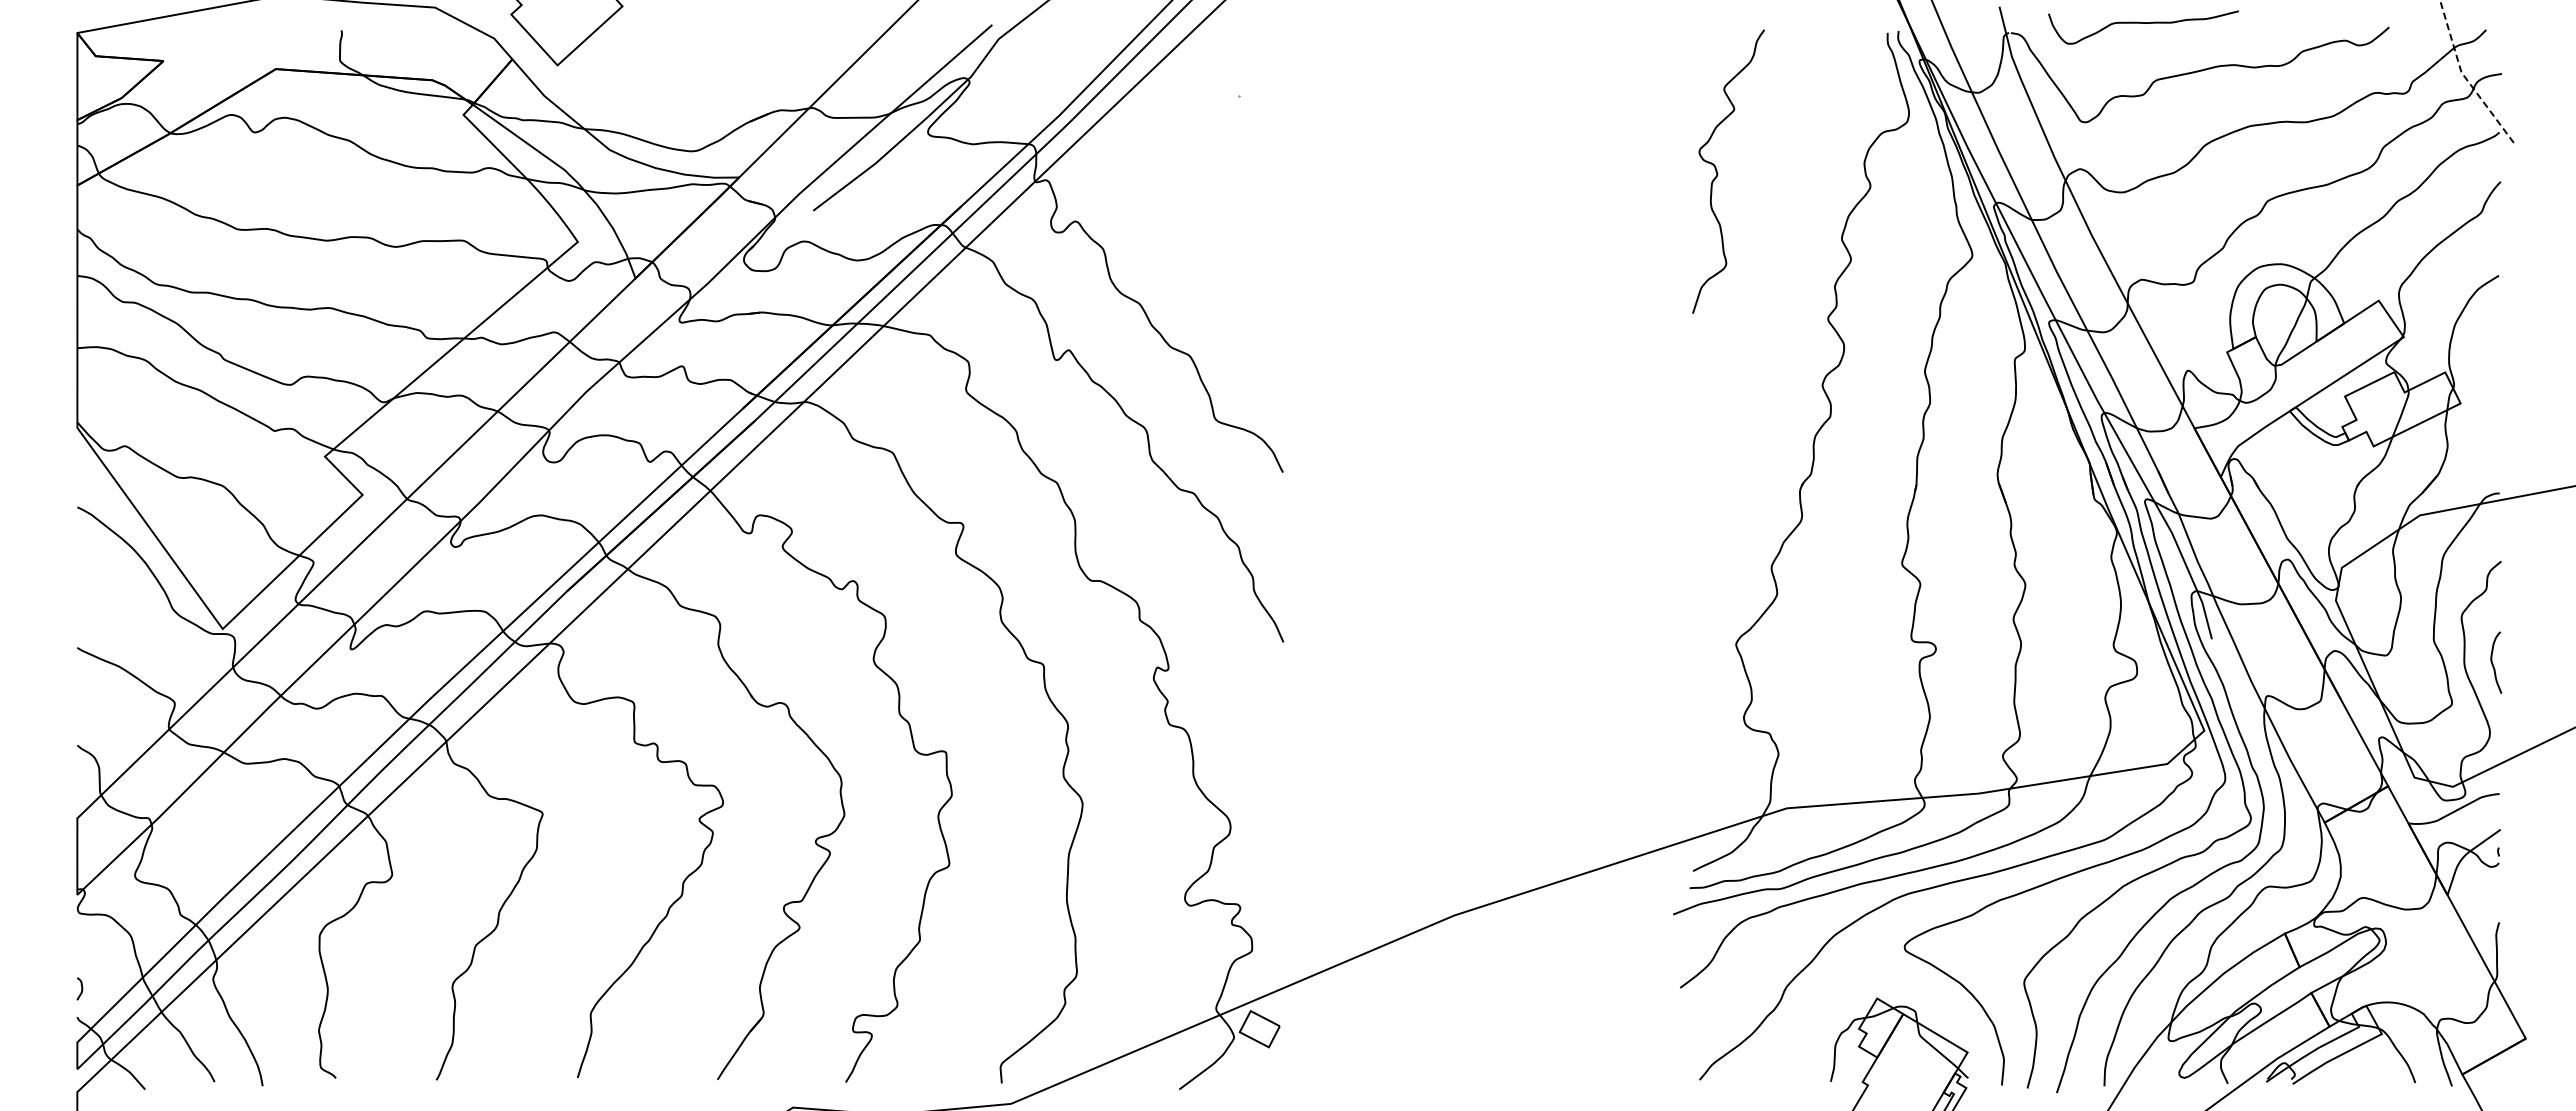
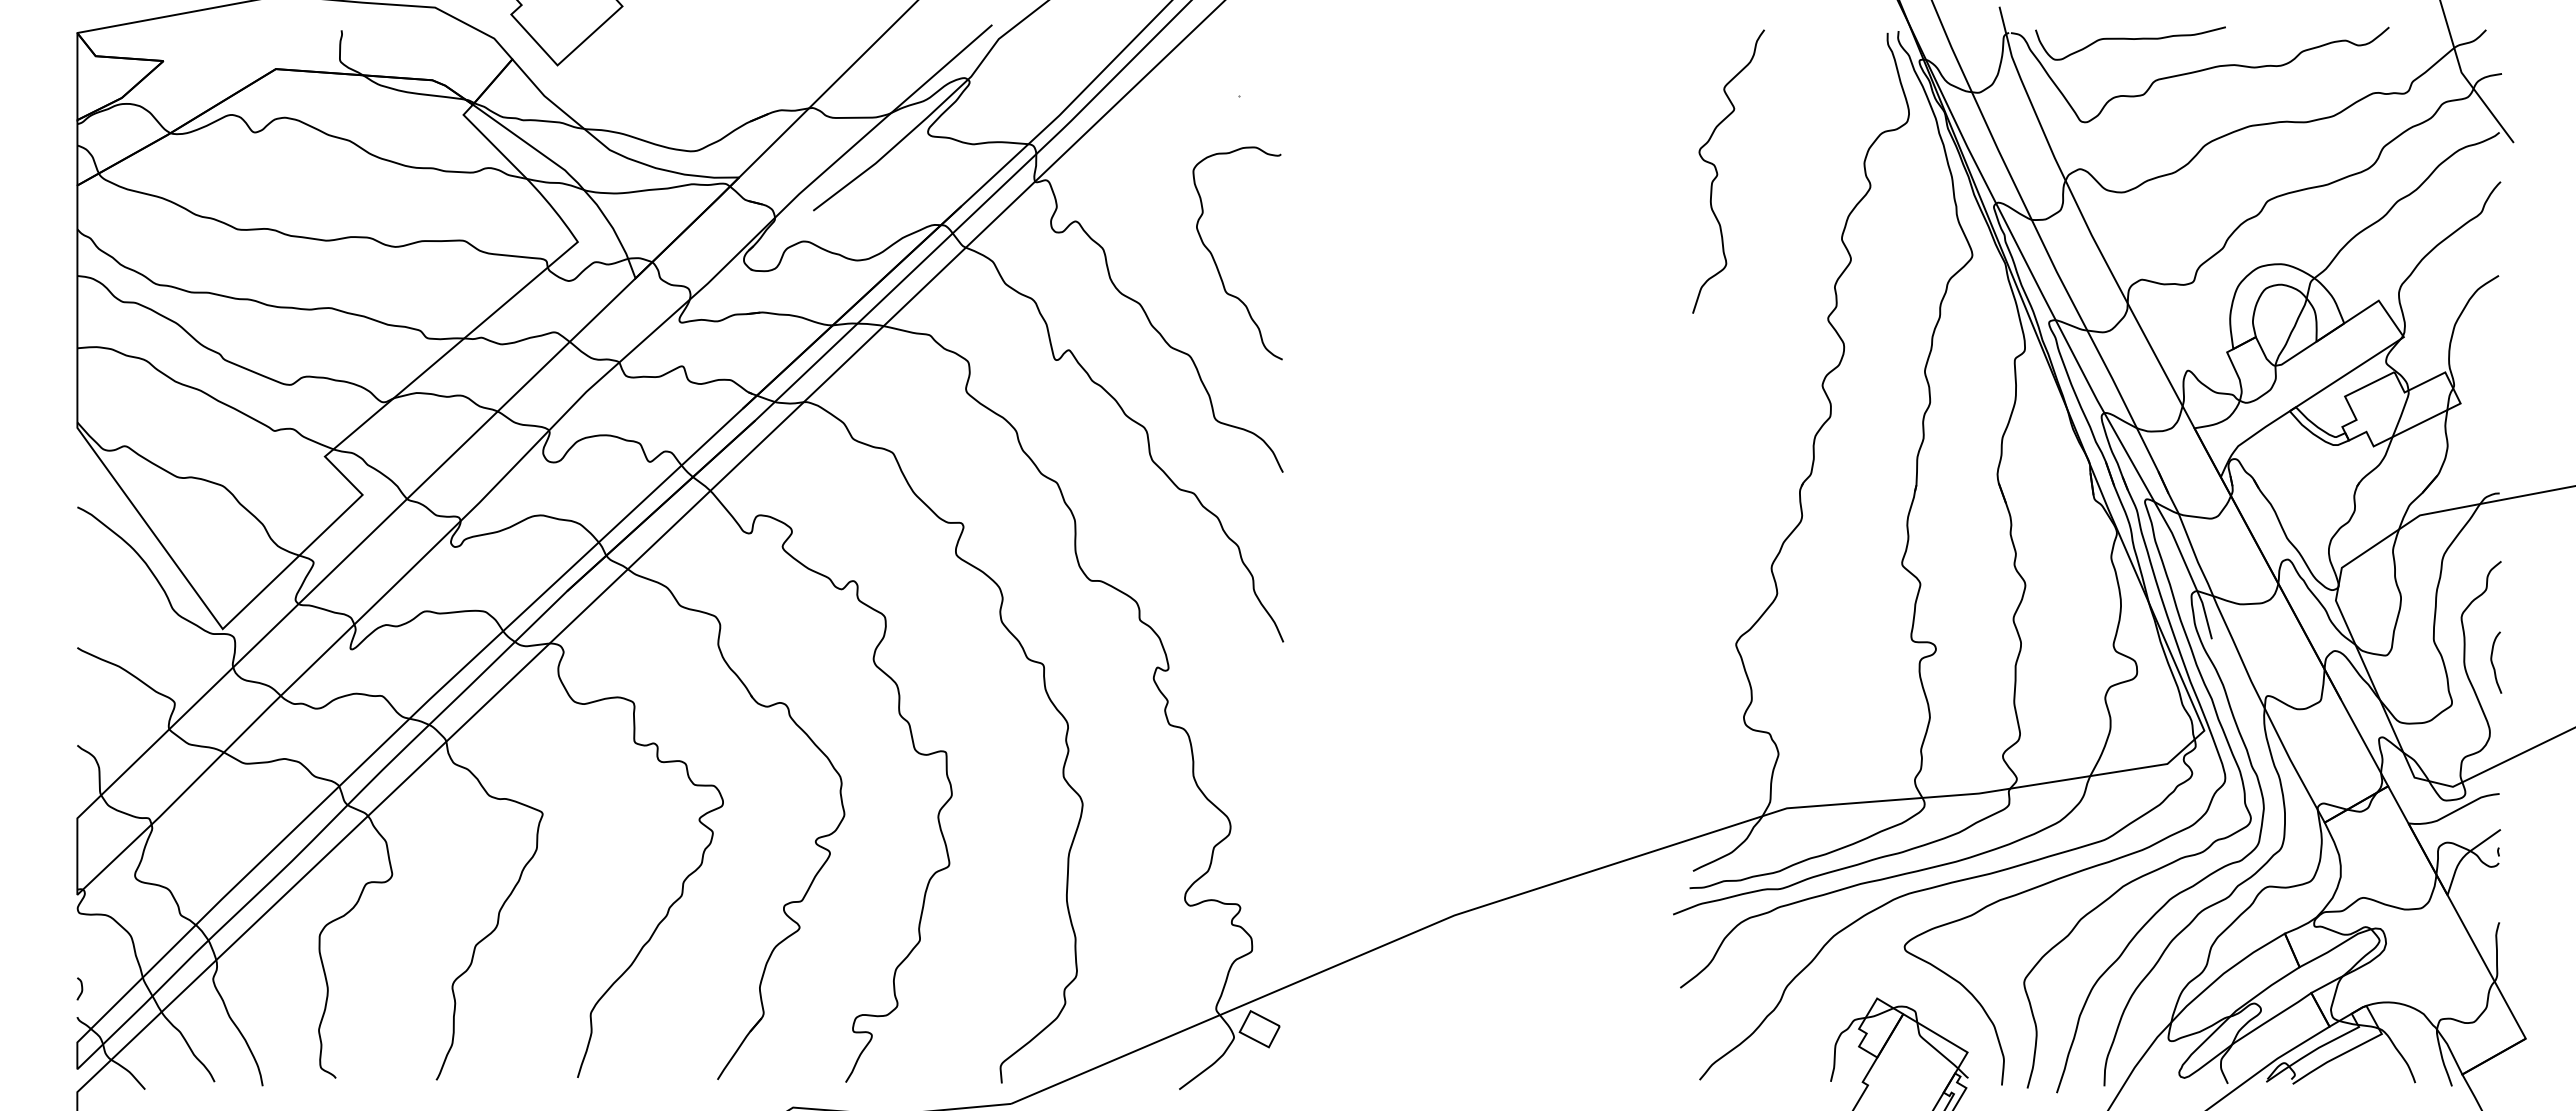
curve at (2143, 23) position: (2143, 23) -> (2130, 39)
line at (2464, 76): dashed -> solid
curve at (1215, 260): none -> present
